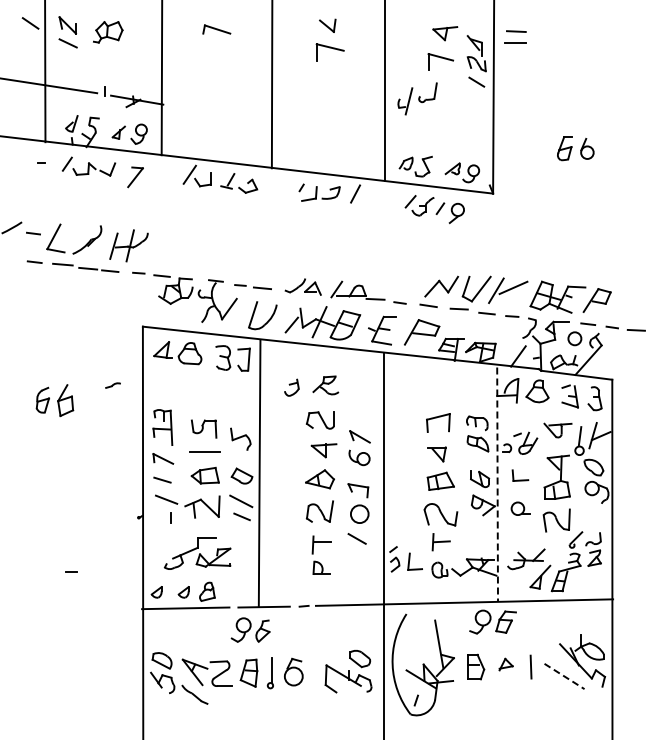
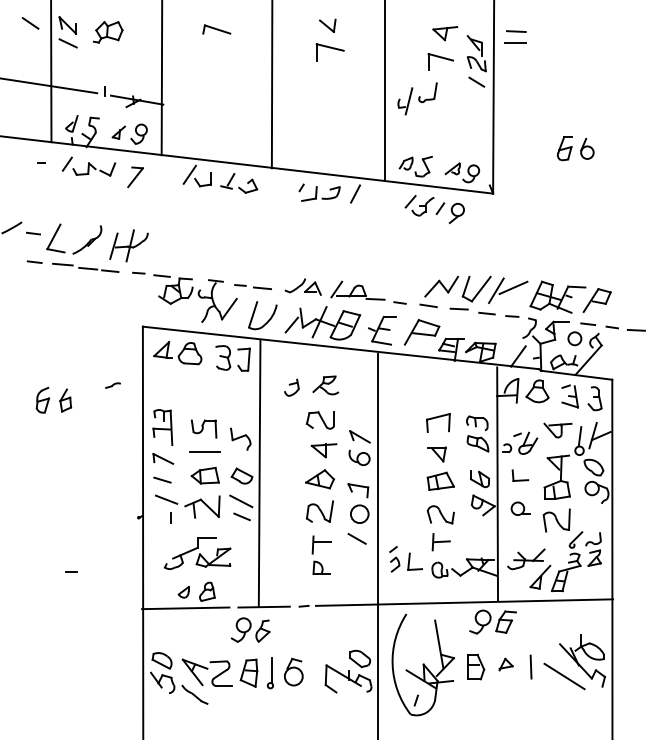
line at (45, 72) position: (45, 72) -> (51, 72)
part at (65, 400) size: 18x34 px -> 14x25 px
line at (497, 484): dashed -> solid
part at (440, 514) size: 36x24 px -> 29x20 px
line at (384, 544) position: (384, 544) -> (378, 544)
part at (156, 592): present -> none
line at (564, 676): dashed -> solid
